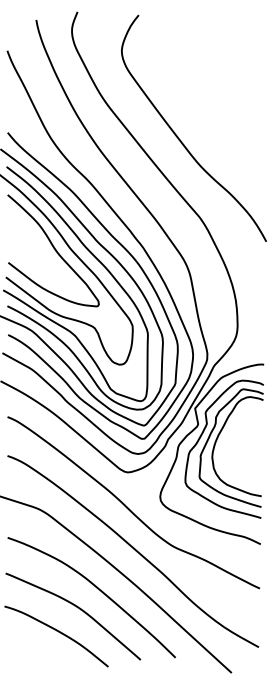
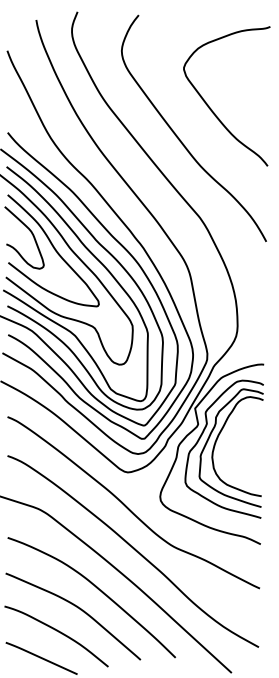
curve at (211, 108): none -> present
curve at (31, 234): none -> present
line at (41, 658): none -> present
